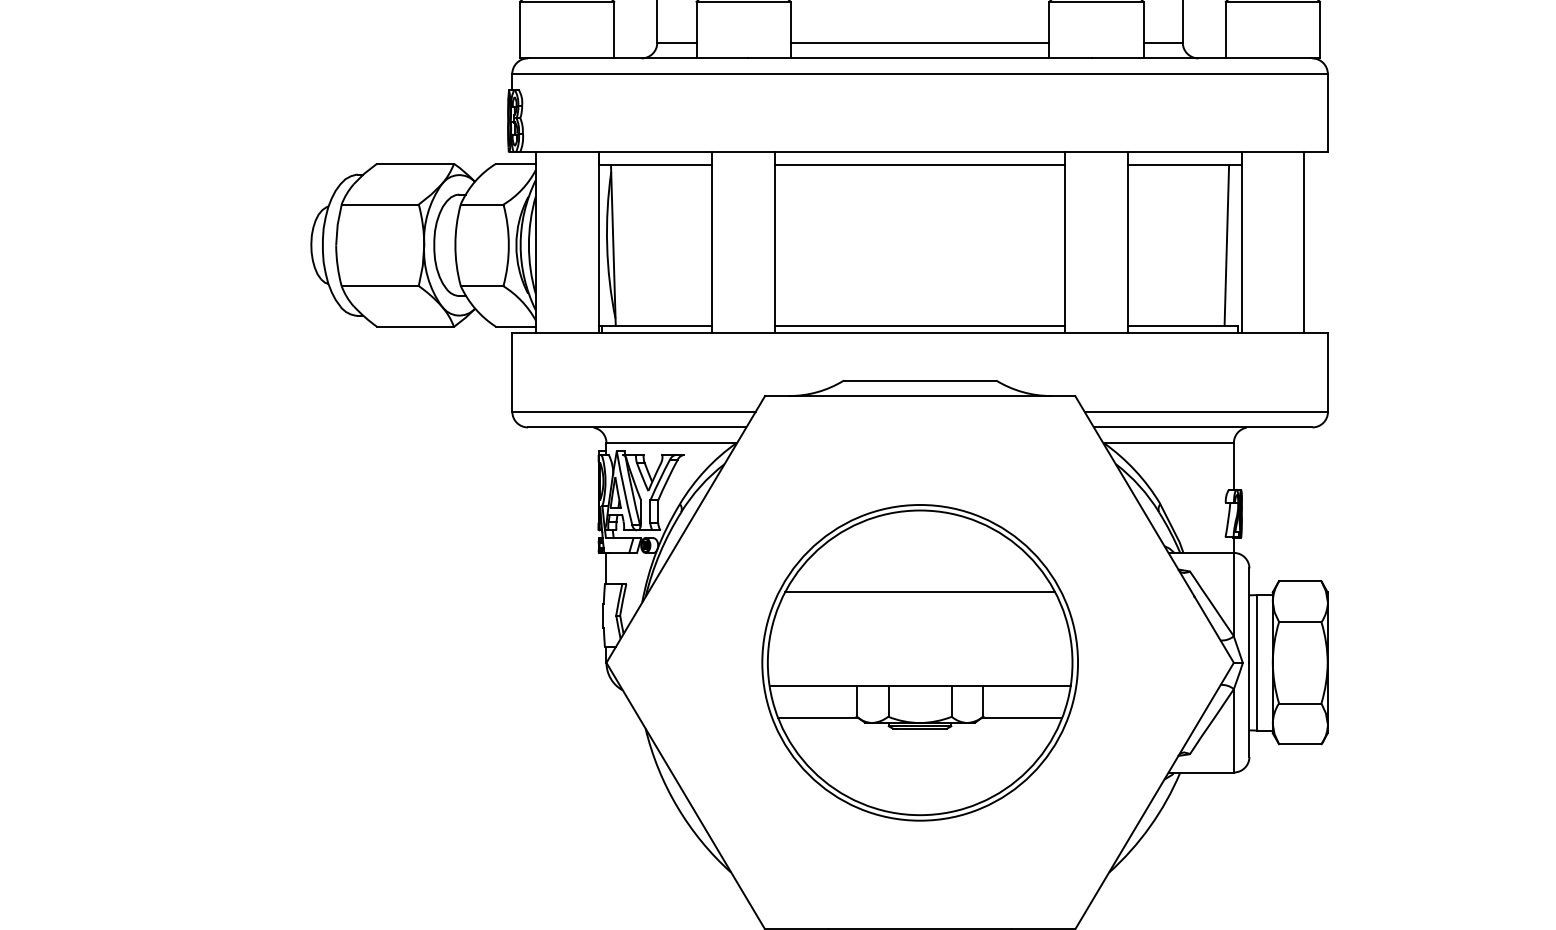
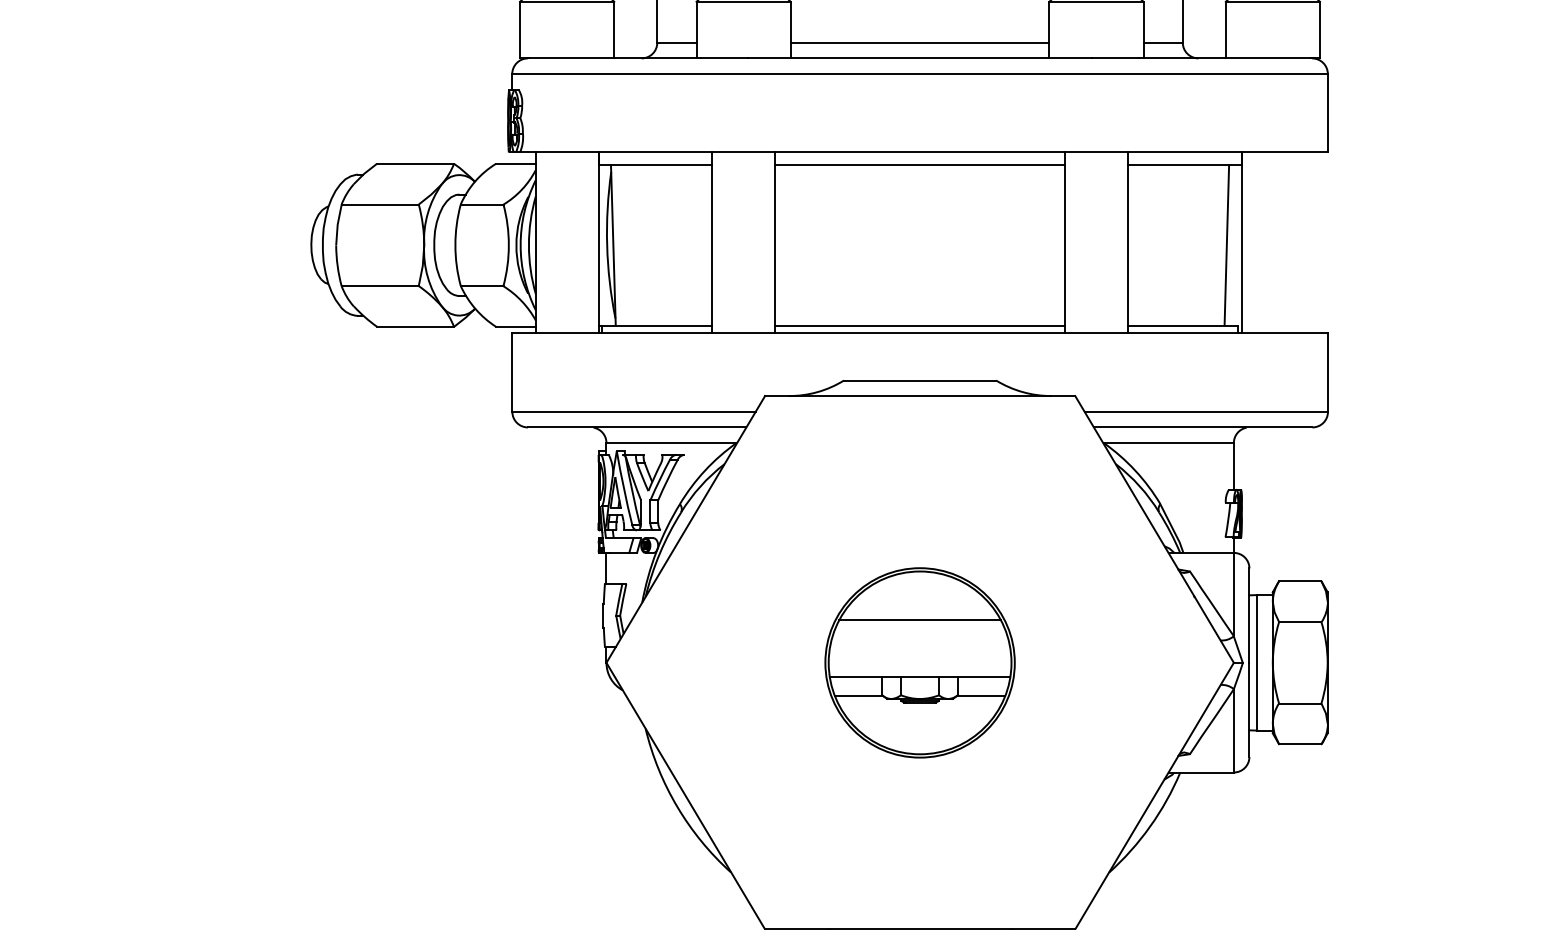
line at (1304, 242): present -> none
part at (919, 662) size: 318x318 px -> 192x192 px
